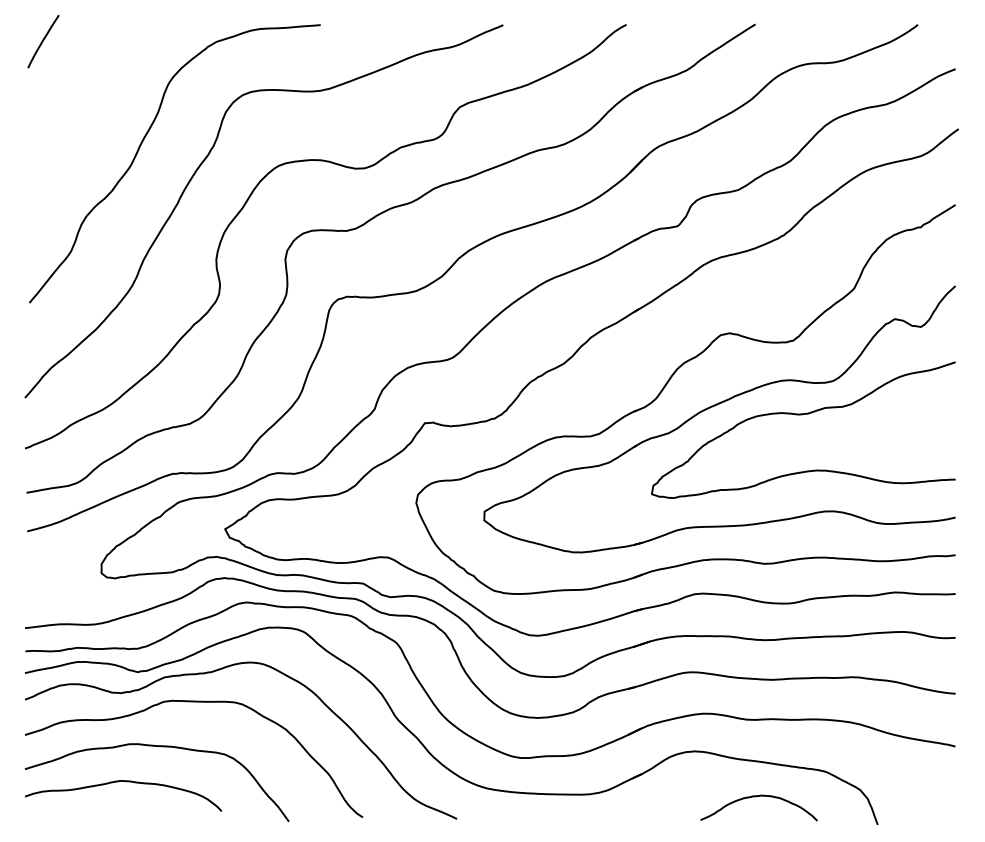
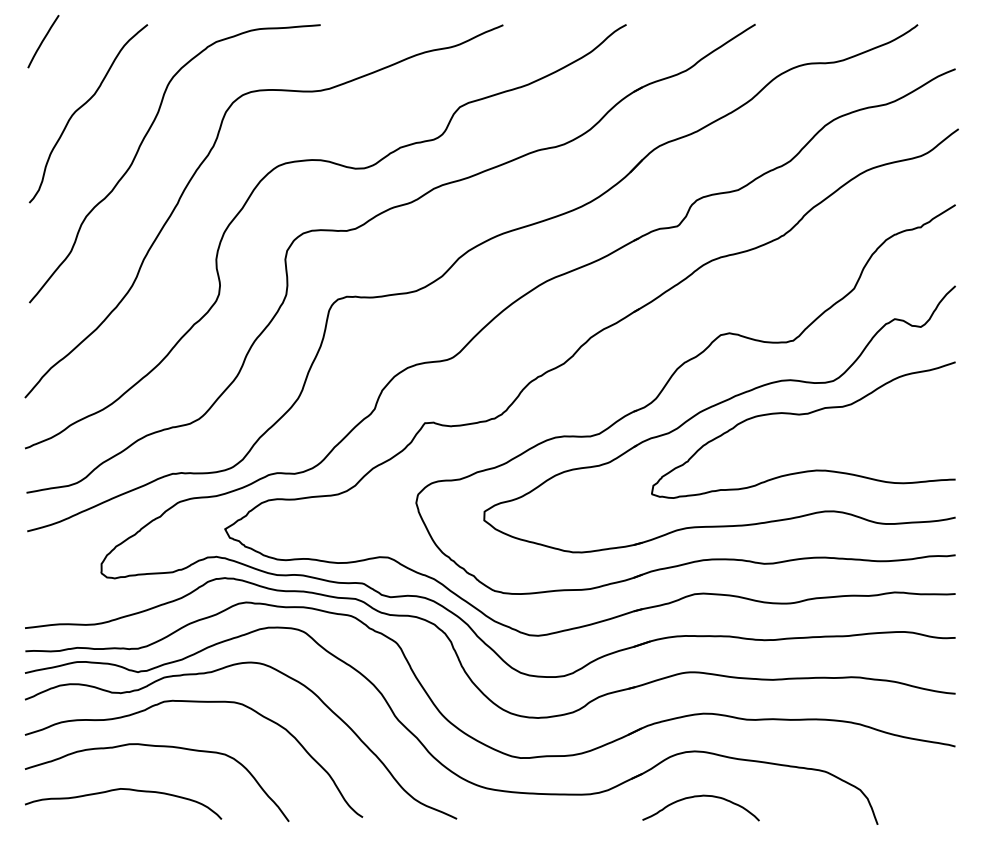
curve at (83, 106): none -> present
curve at (126, 782) position: (126, 782) -> (126, 790)
curve at (756, 797) position: (756, 797) -> (698, 797)
